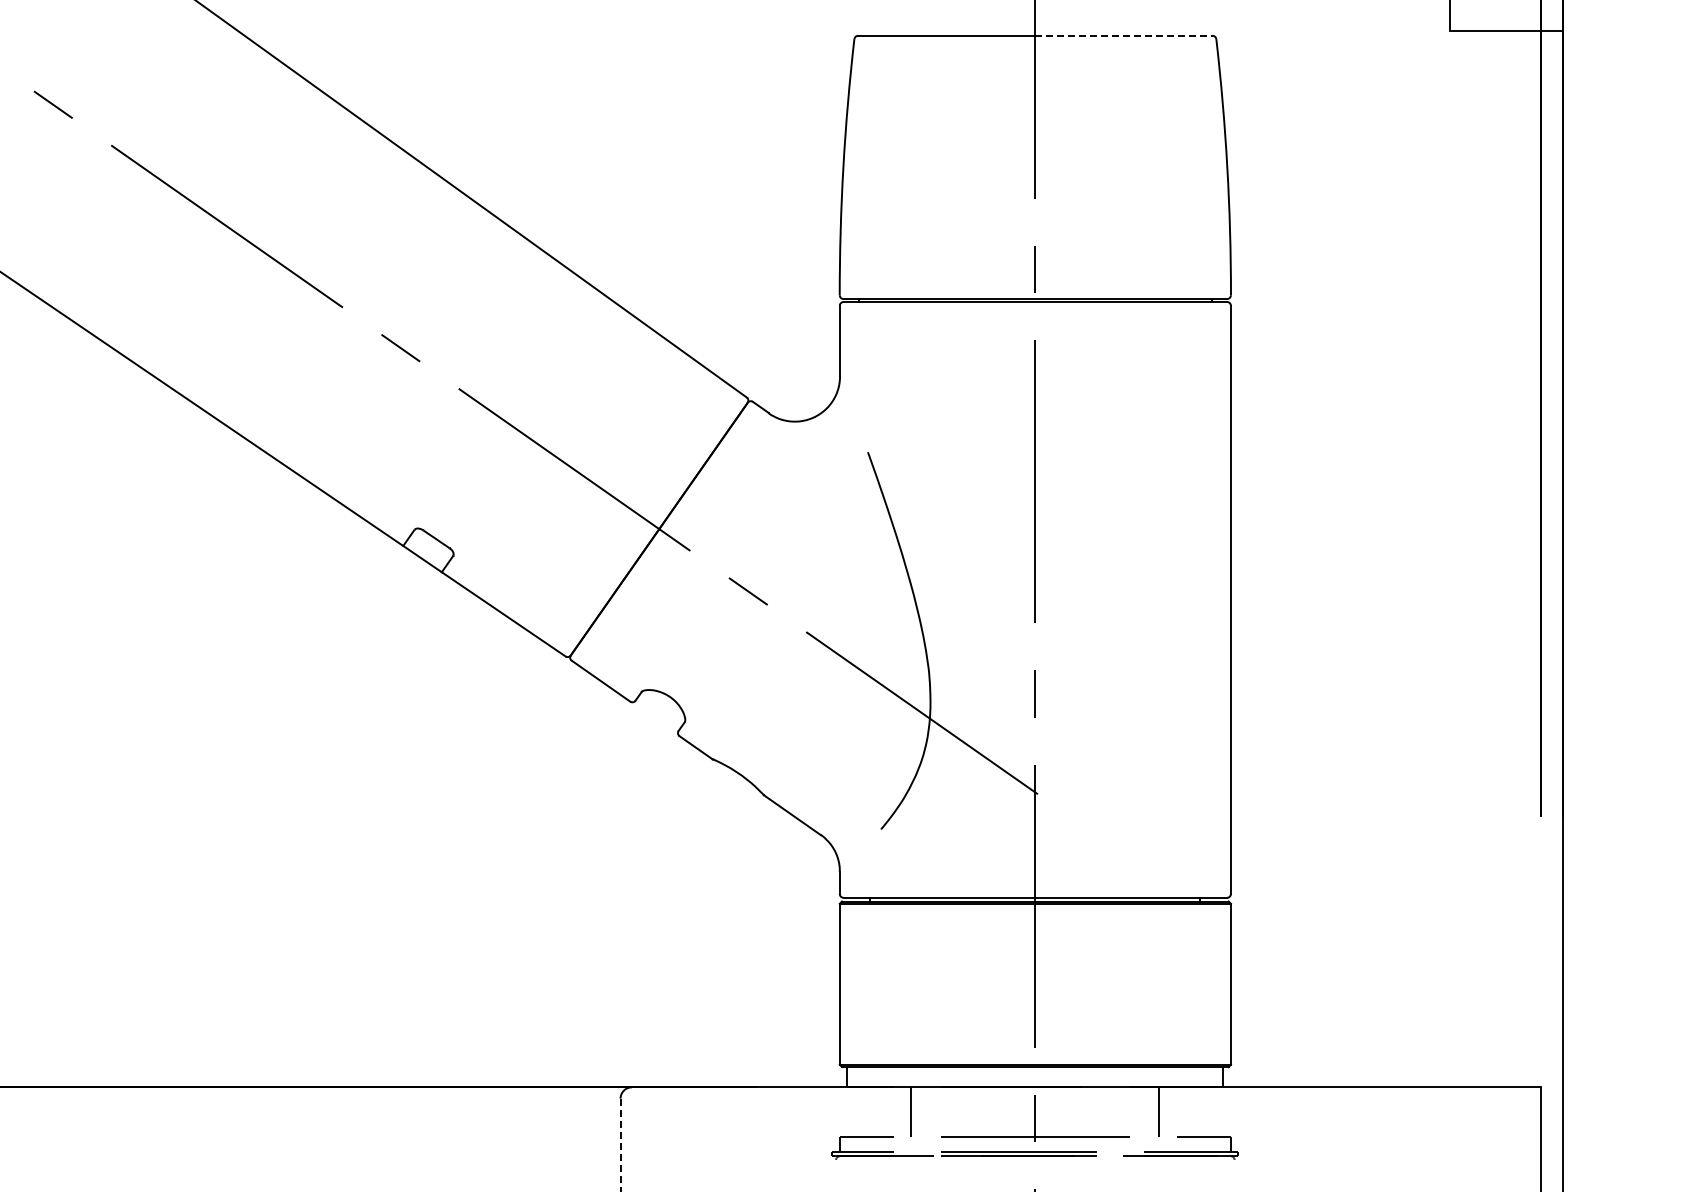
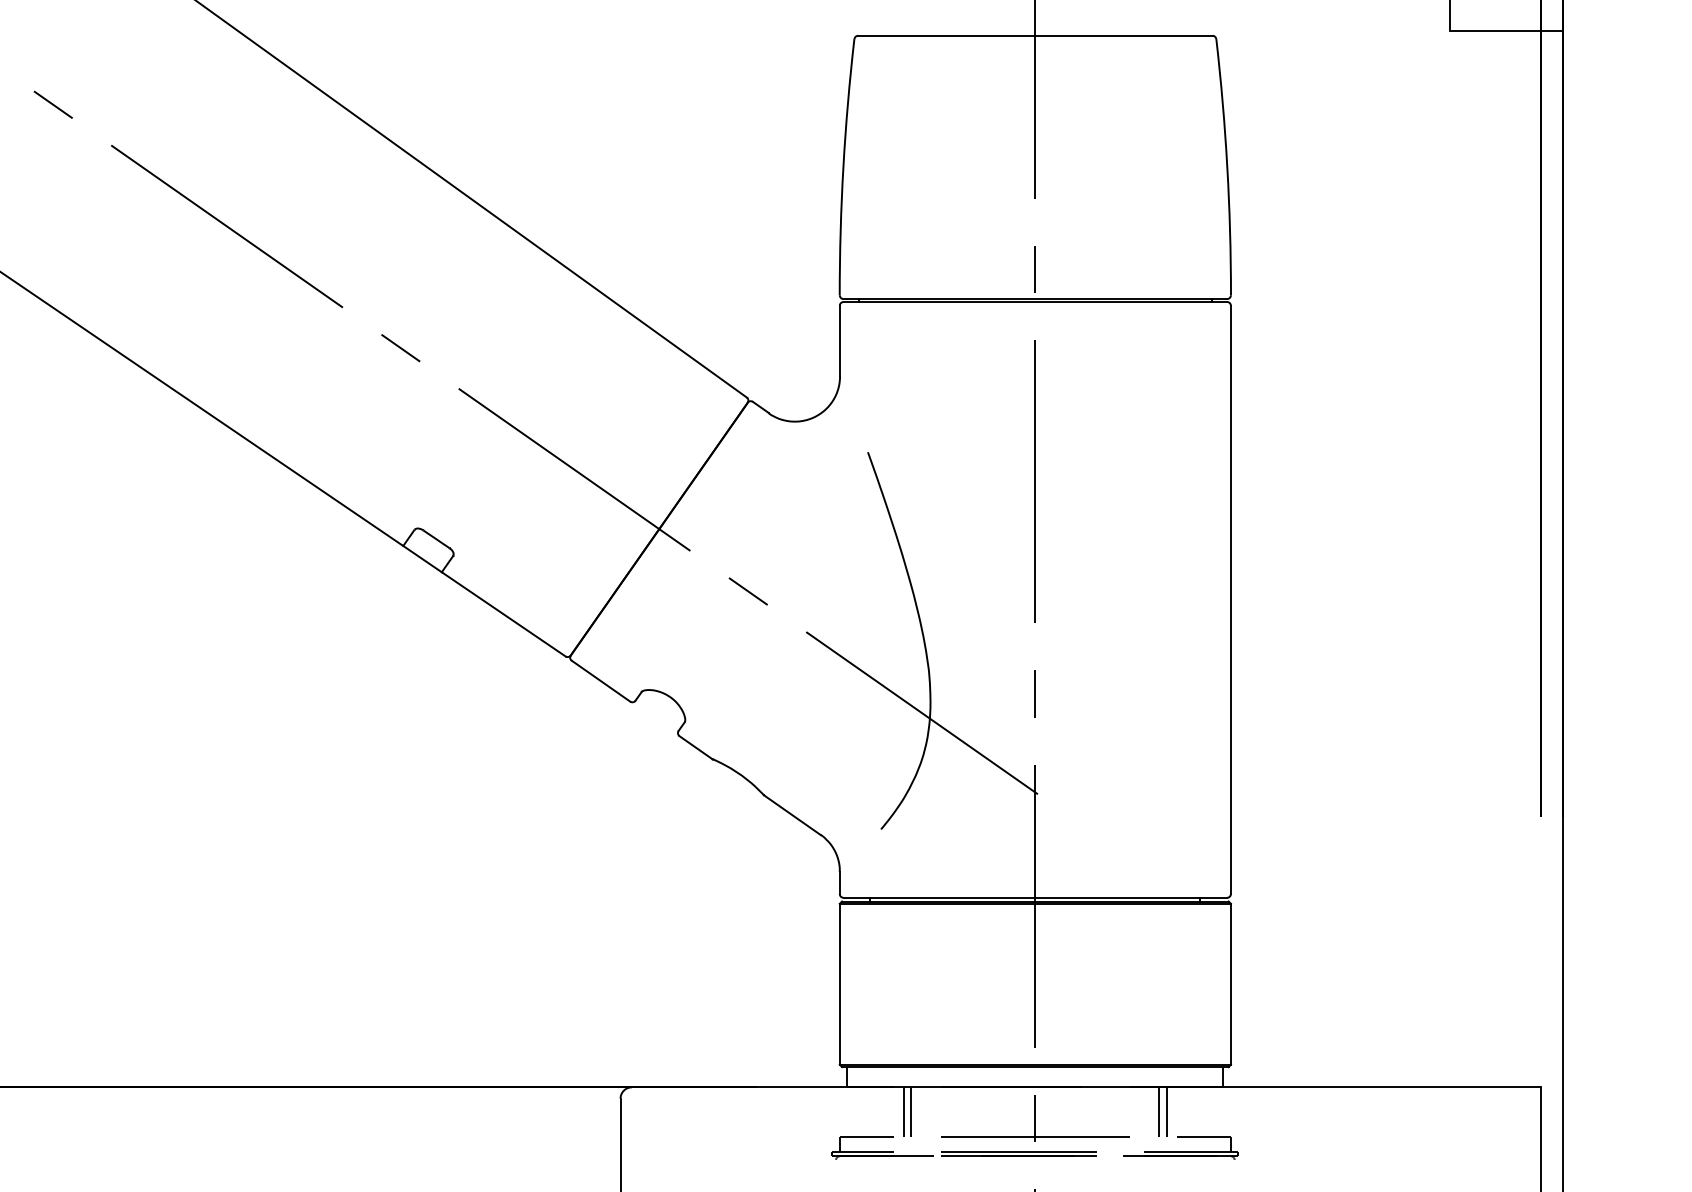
line at (1123, 35): dashed -> solid
line at (903, 1112): none -> present
line at (1166, 1112): none -> present
line at (620, 1145): dashed -> solid
